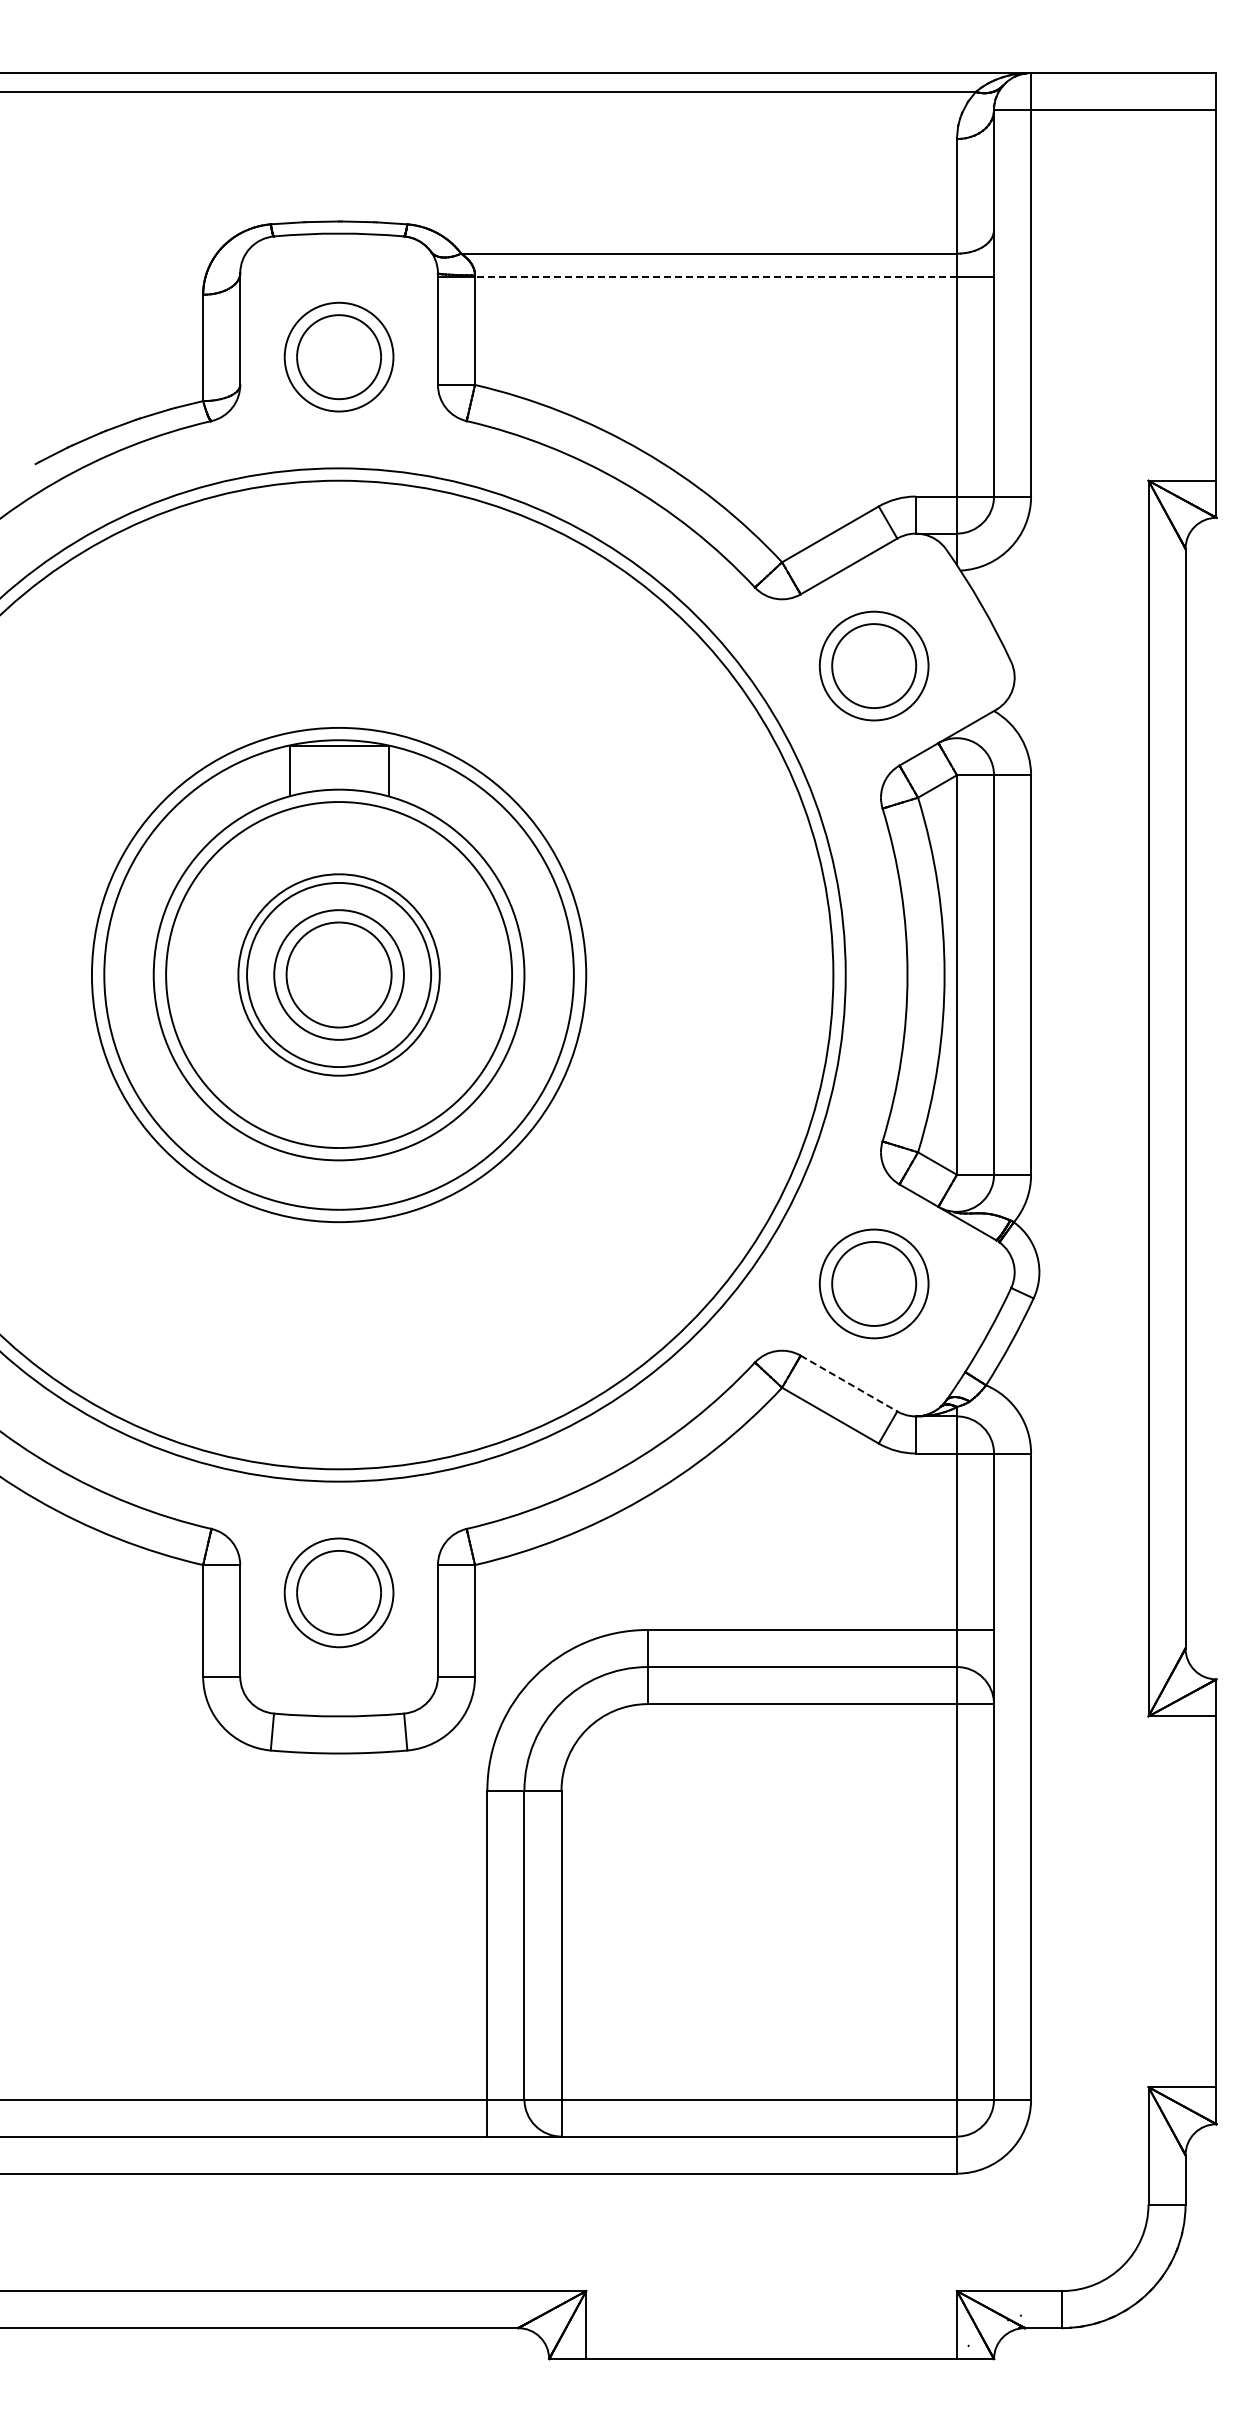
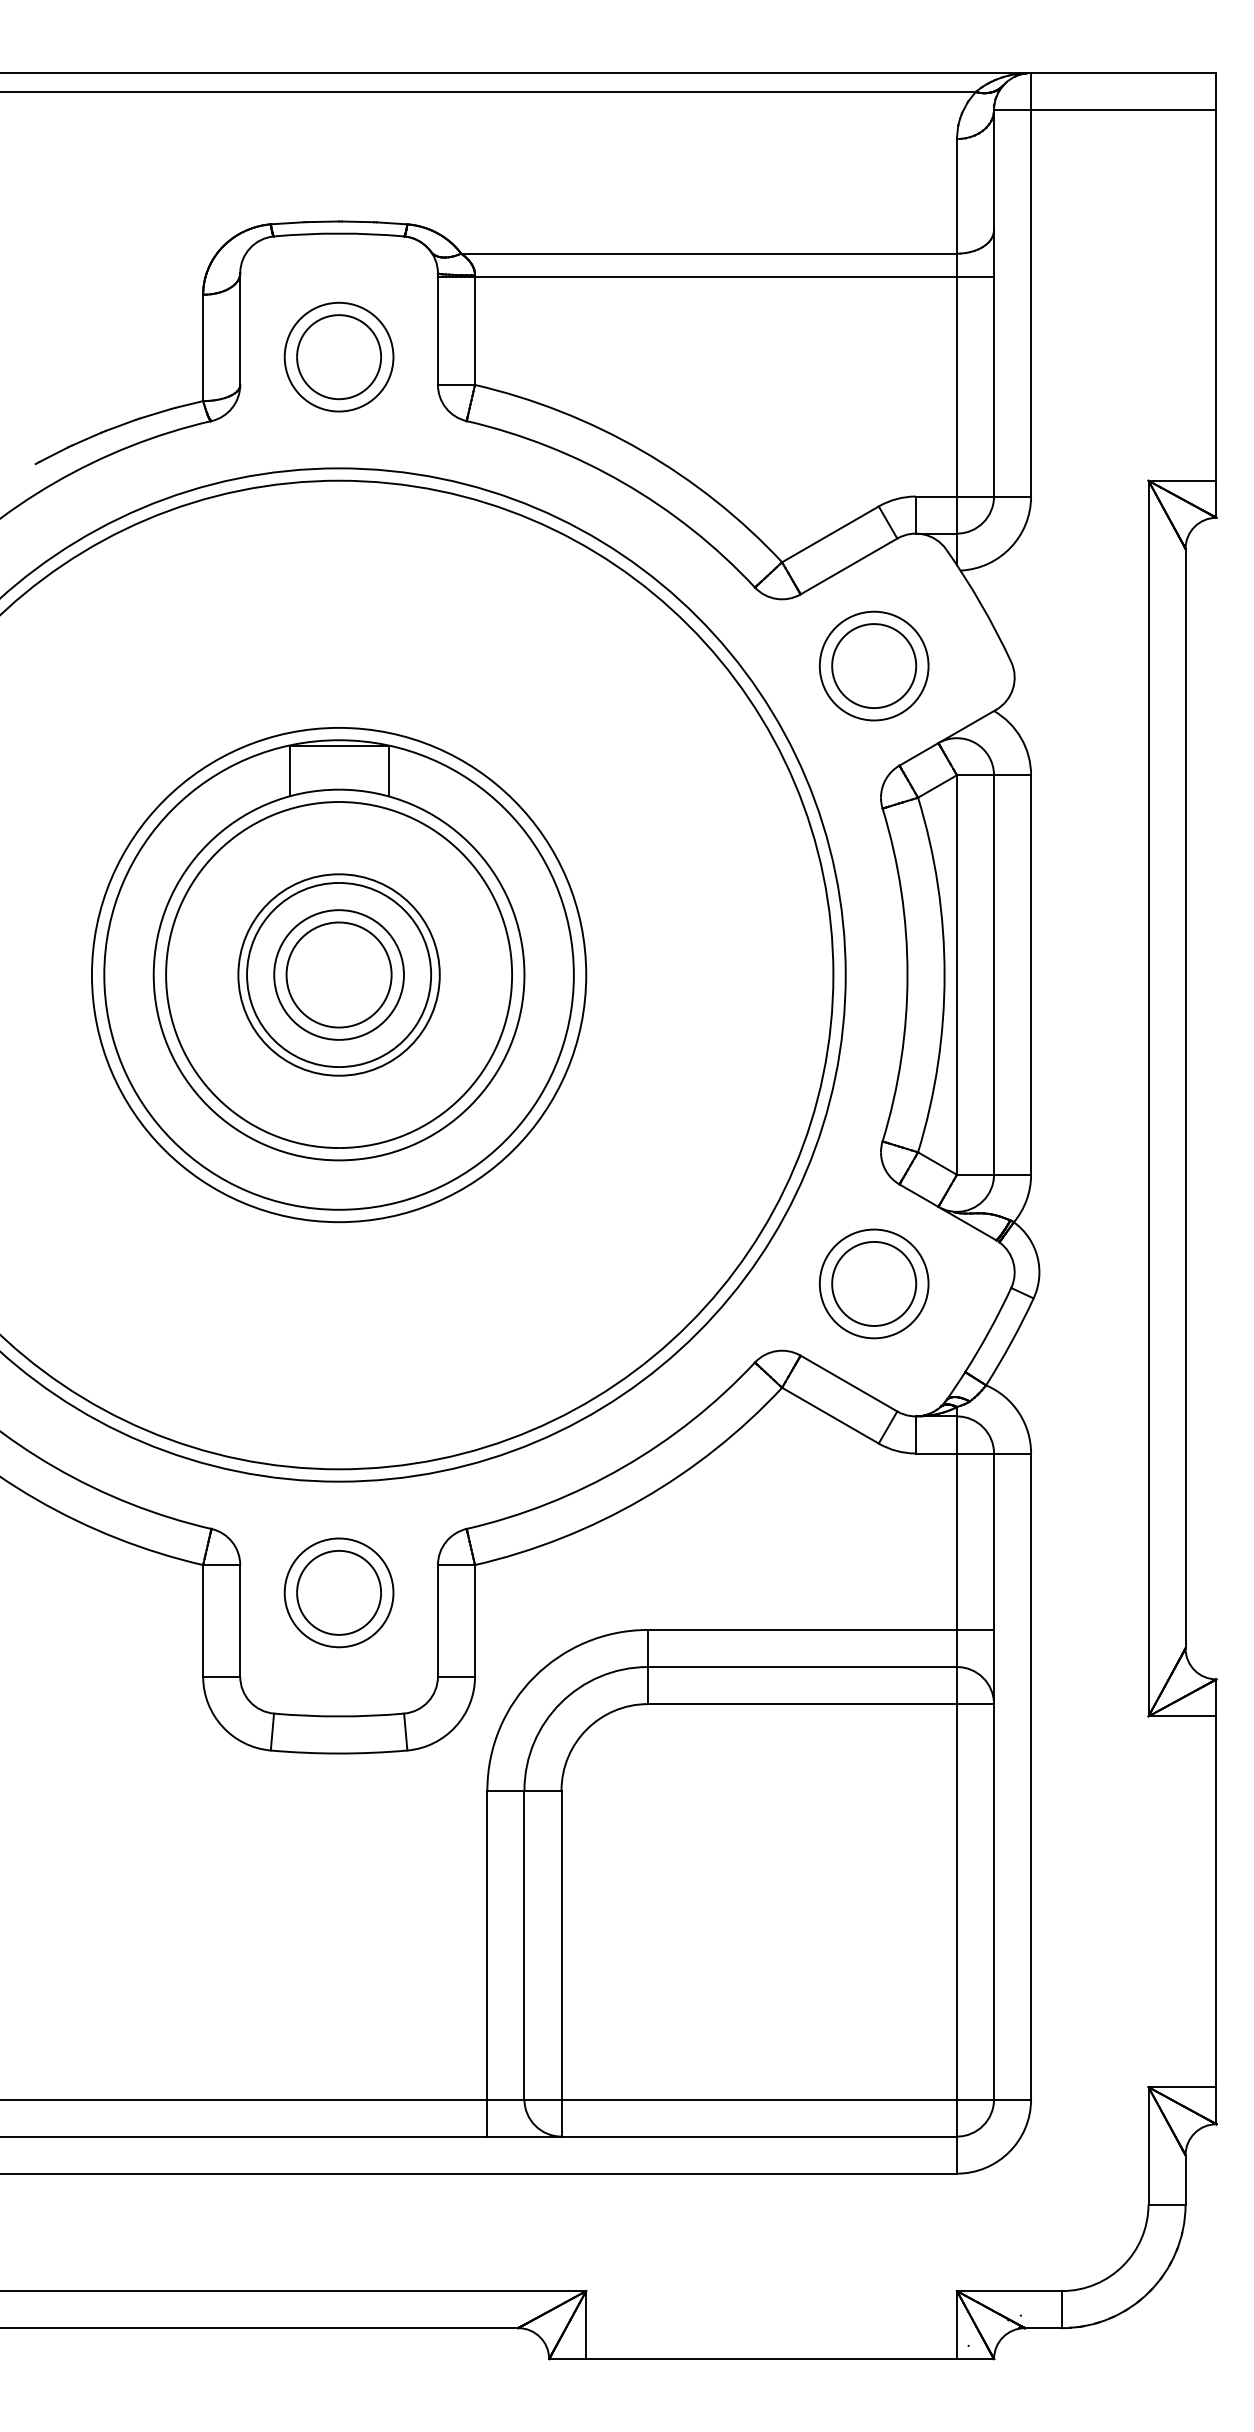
line at (716, 277): dashed -> solid
line at (848, 1383): dashed -> solid
